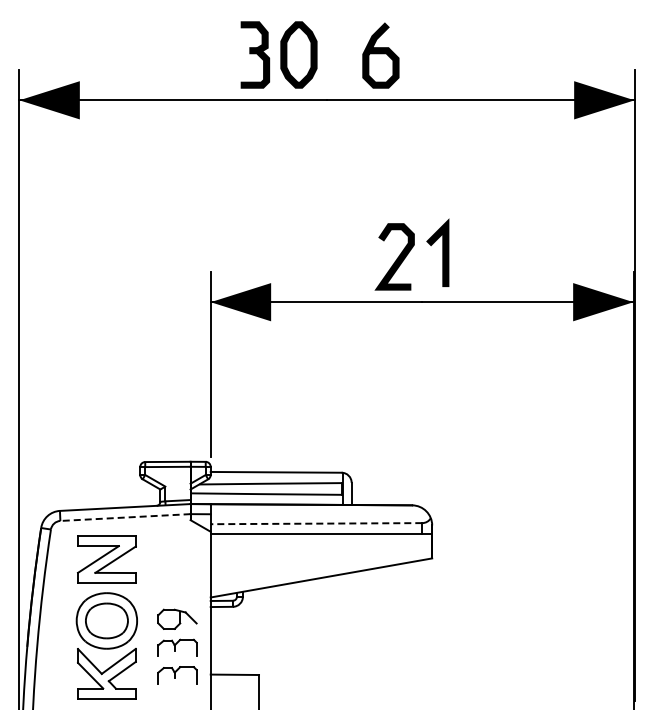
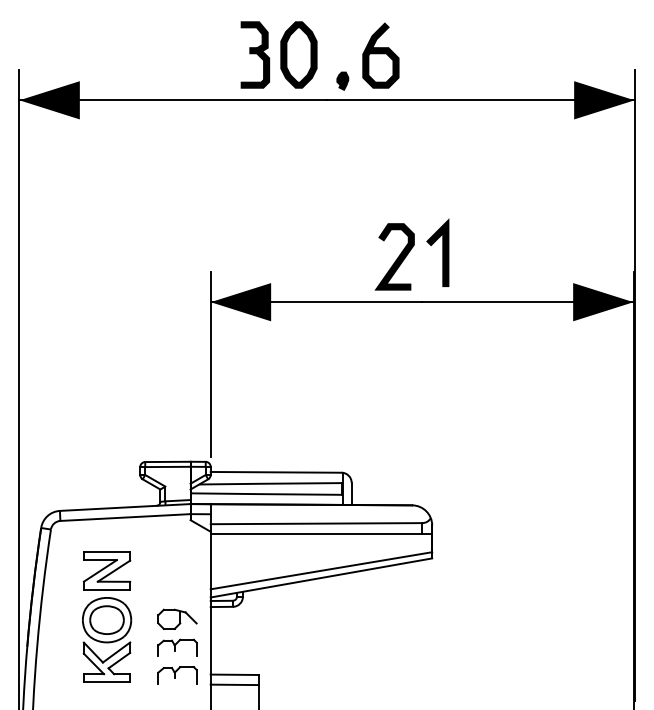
part at (342, 80): none -> present
line at (125, 517): dashed -> solid
line at (316, 523): dashed -> solid
line at (321, 570): none -> present
part at (106, 617) size: 63x165 px -> 51x132 px
line at (234, 684): none -> present
